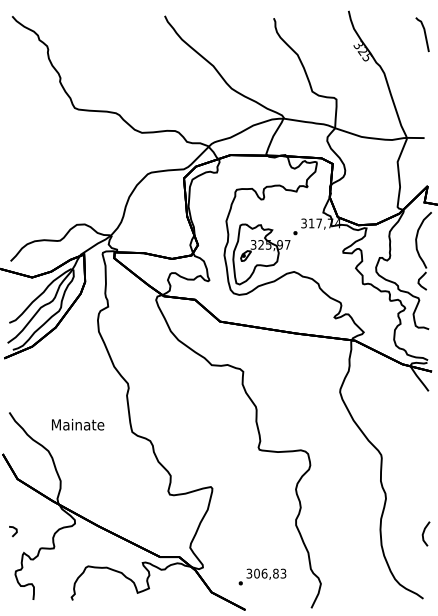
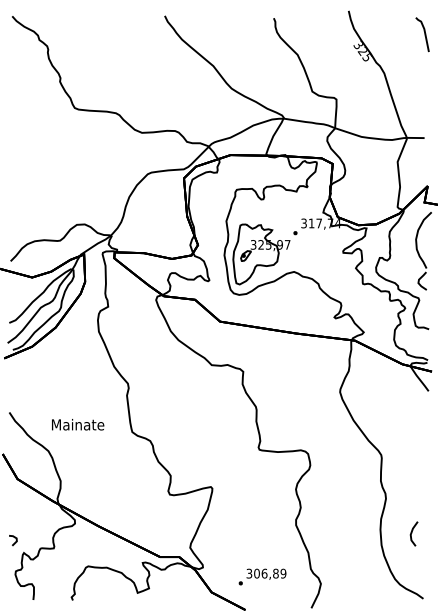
line at (14, 529) position: (14, 529) -> (14, 538)
line at (424, 533) position: (424, 533) -> (412, 533)
text at (283, 573): 306,83 -> 306,89
